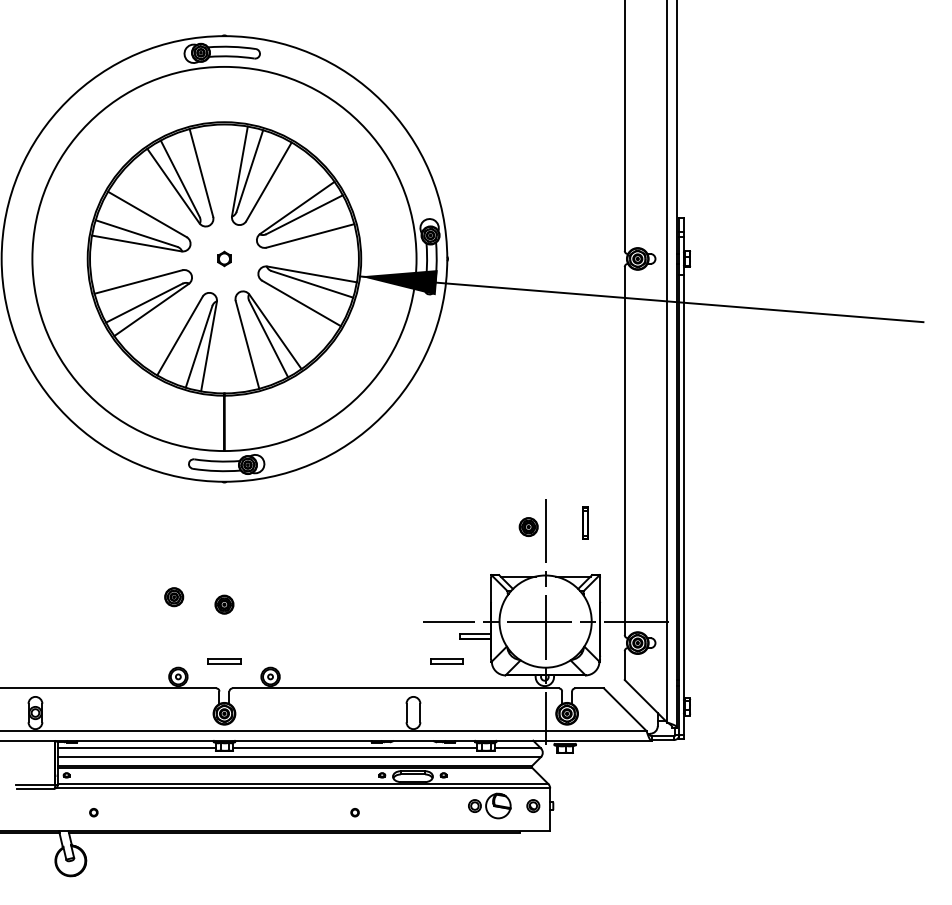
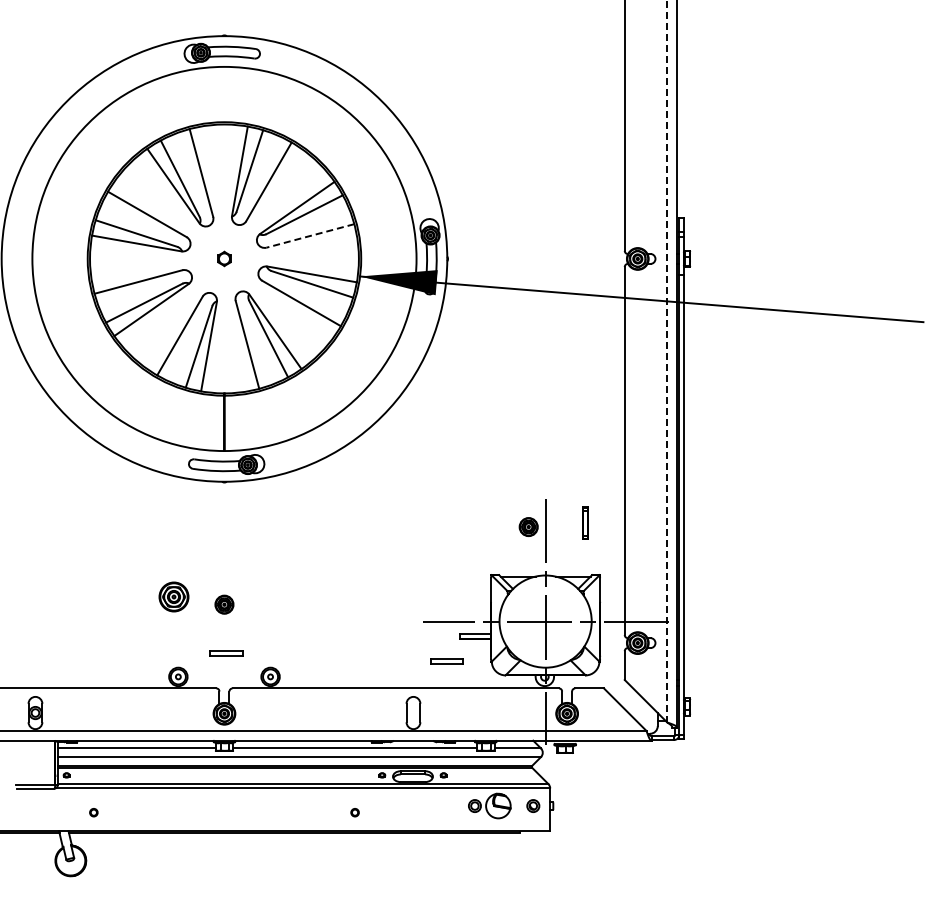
line at (309, 236): solid -> dashed
line at (667, 360): solid -> dashed
part at (174, 597) size: 21x21 px -> 32x32 px
part at (224, 661) position: (224, 661) -> (226, 653)
